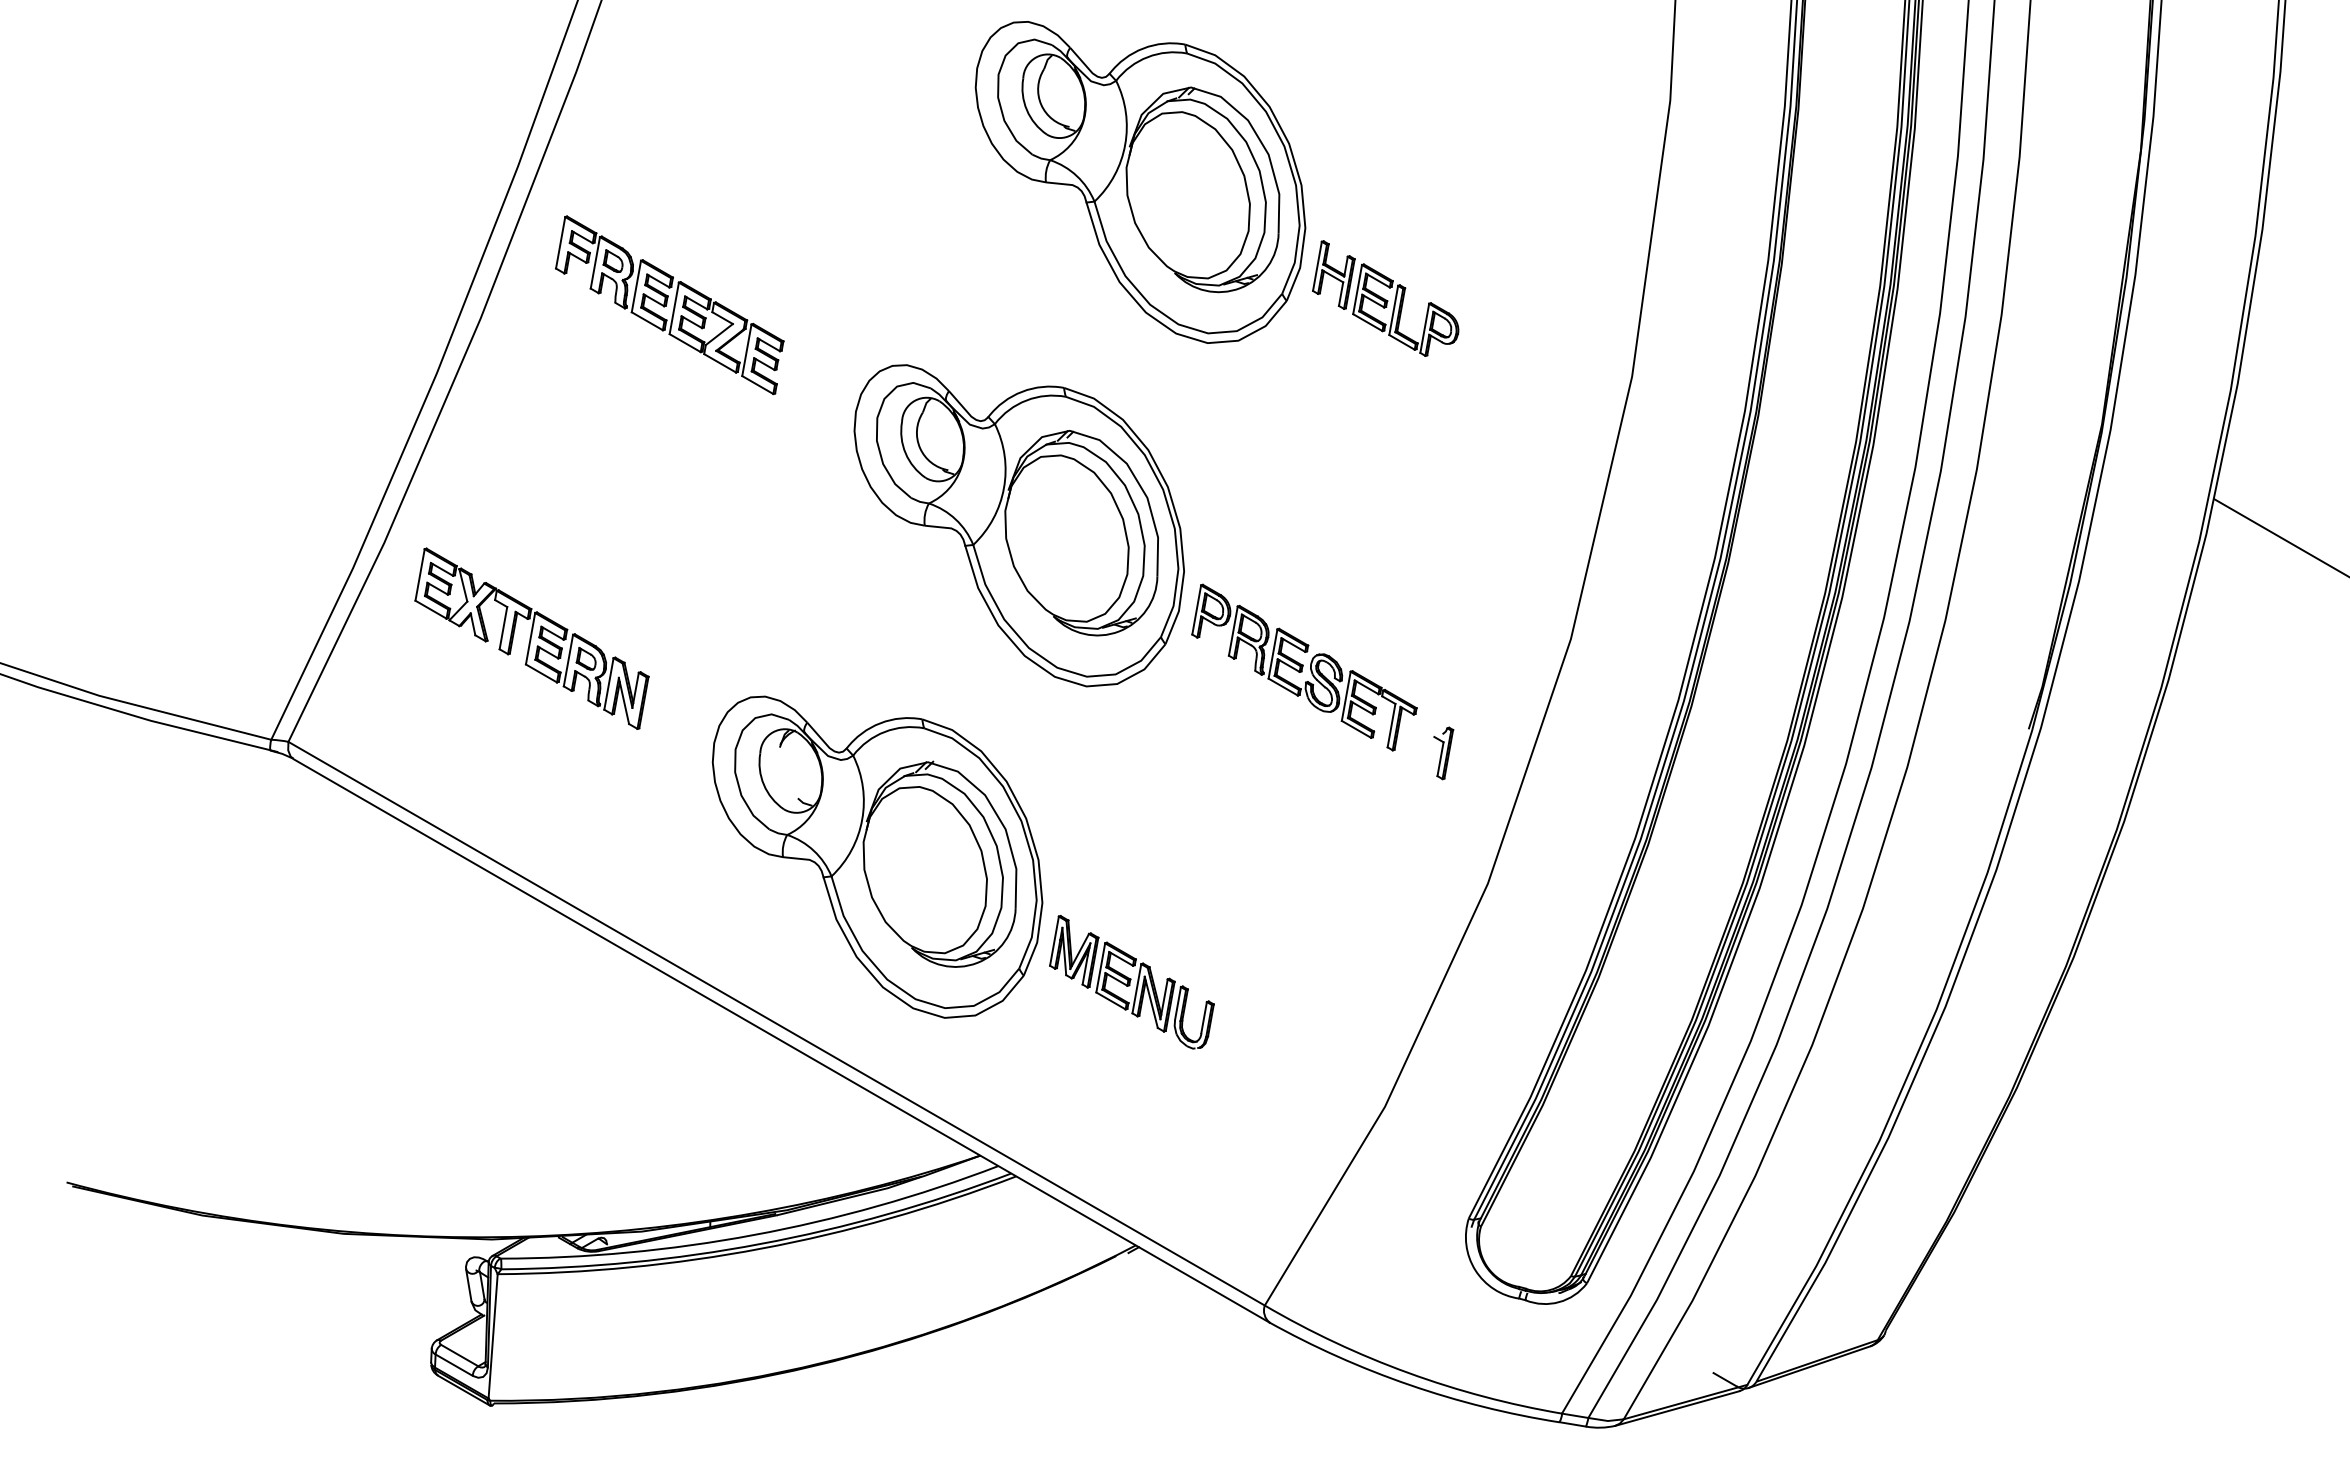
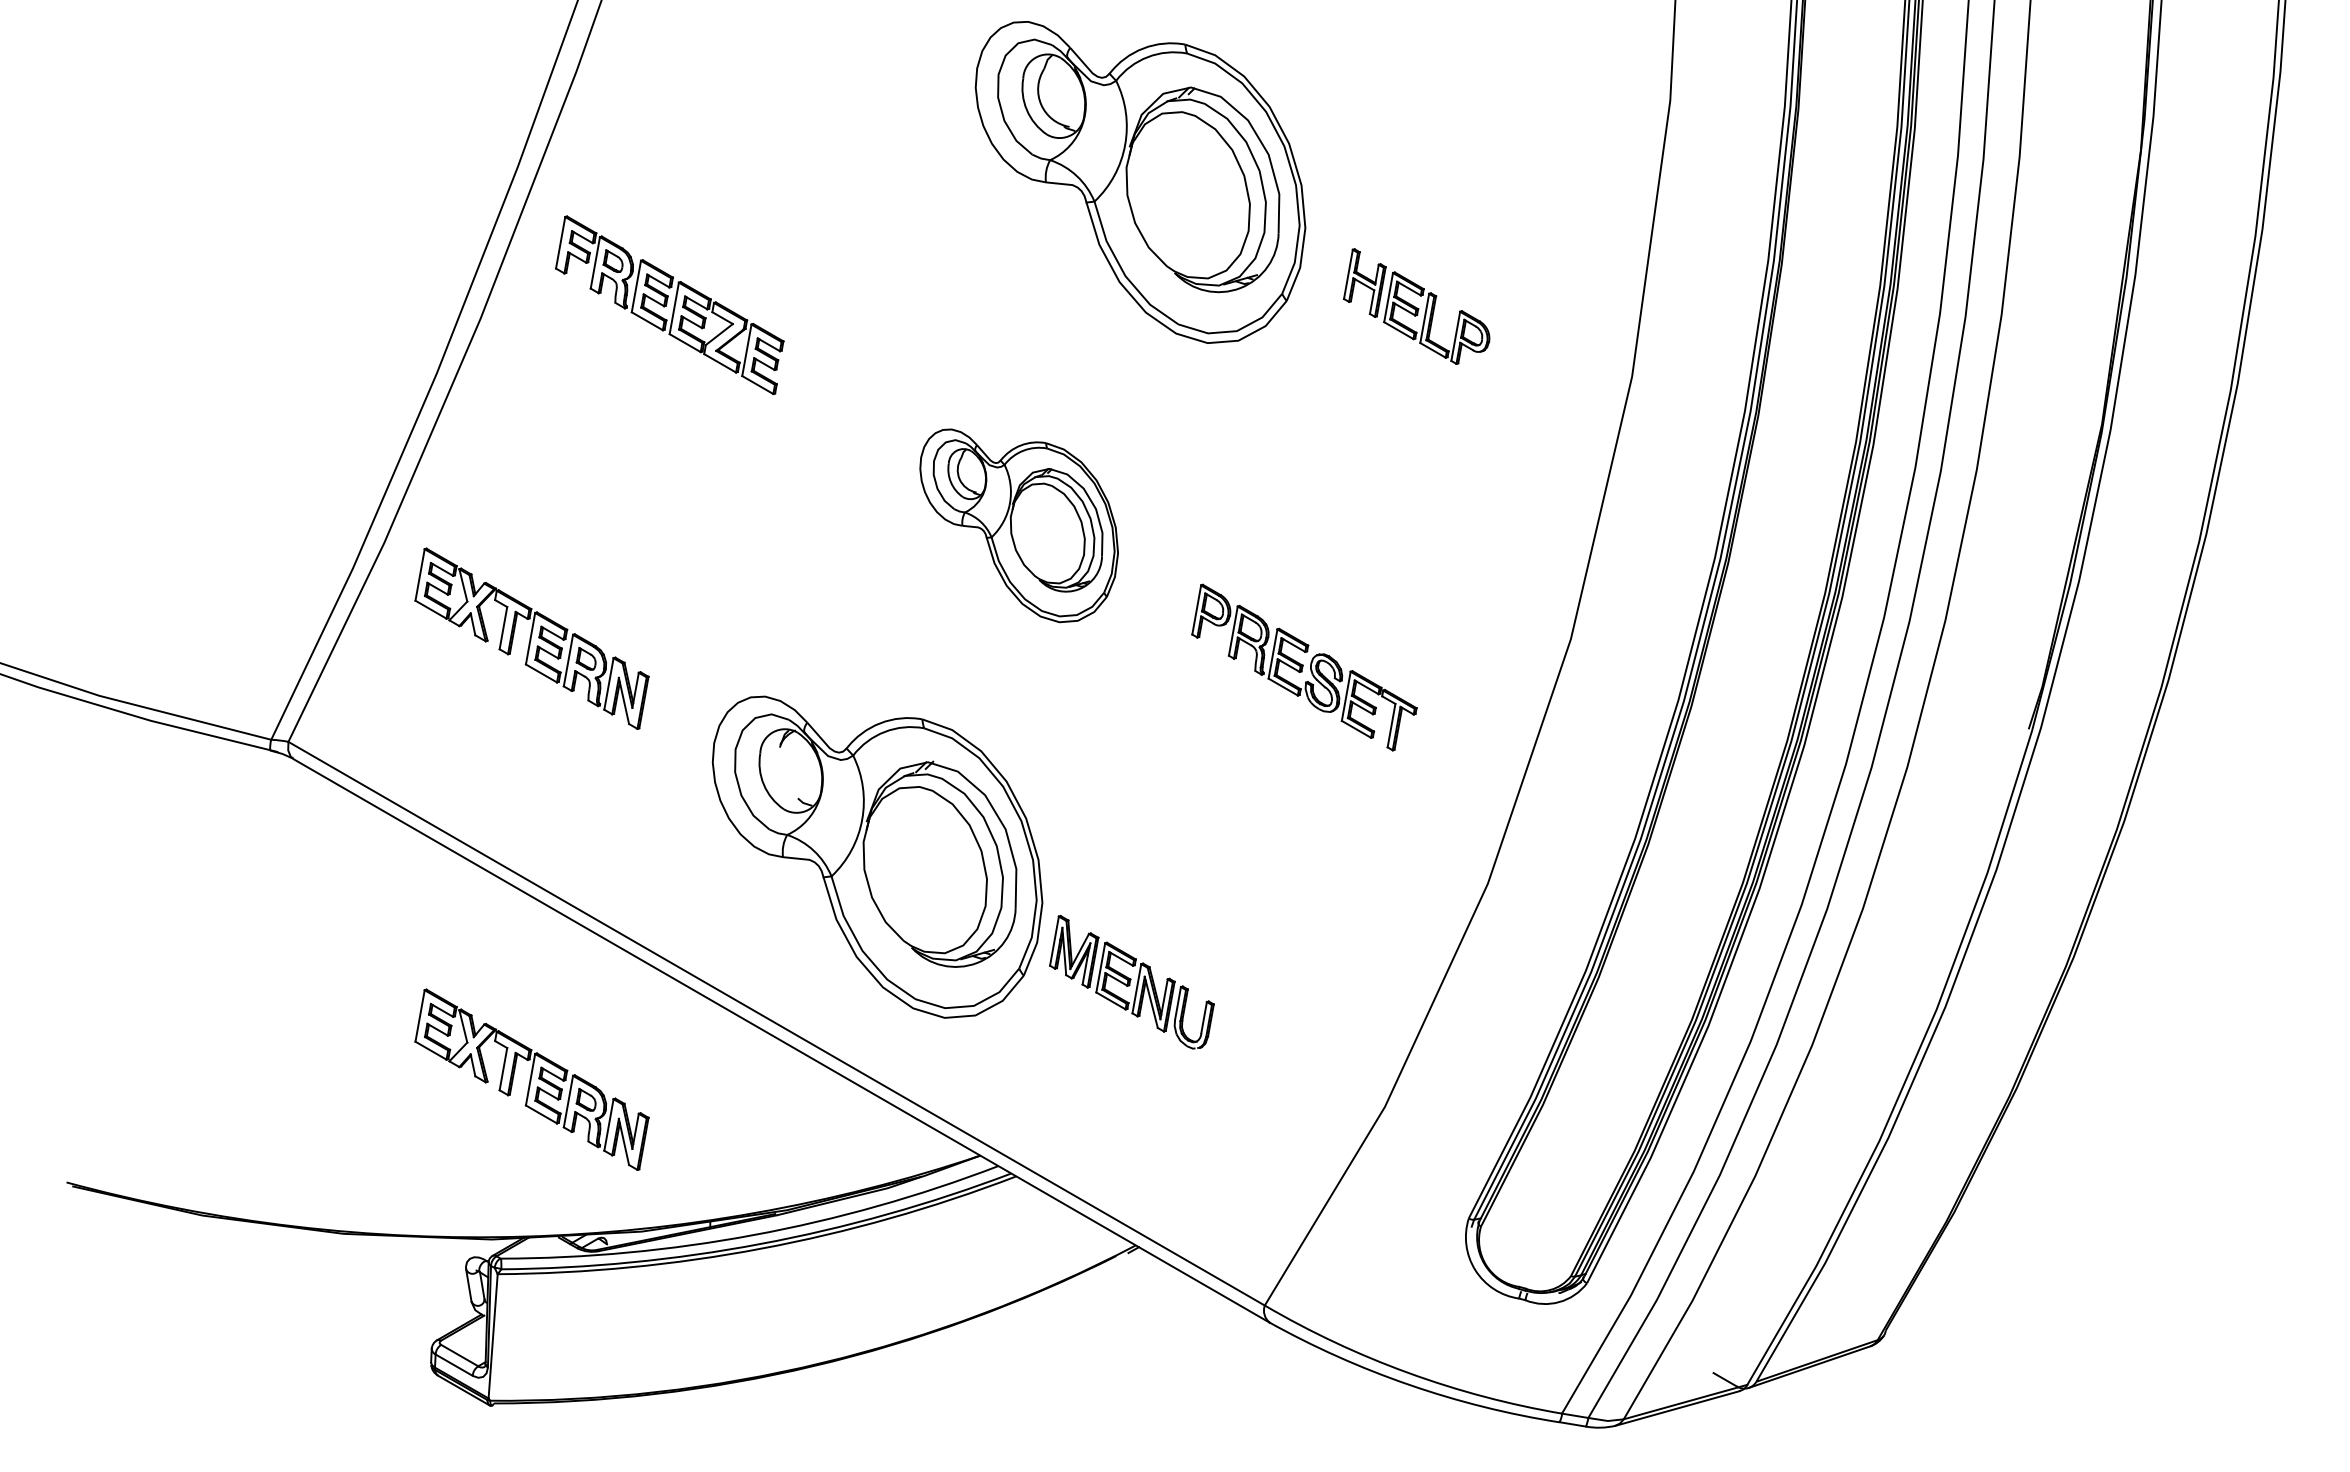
part at (1385, 298) position: (1385, 298) -> (1416, 306)
part at (1018, 525) size: 332x324 px -> 200x196 px
line at (2280, 537): present -> none
part at (1443, 753): present -> none
part at (531, 1079): none -> present
